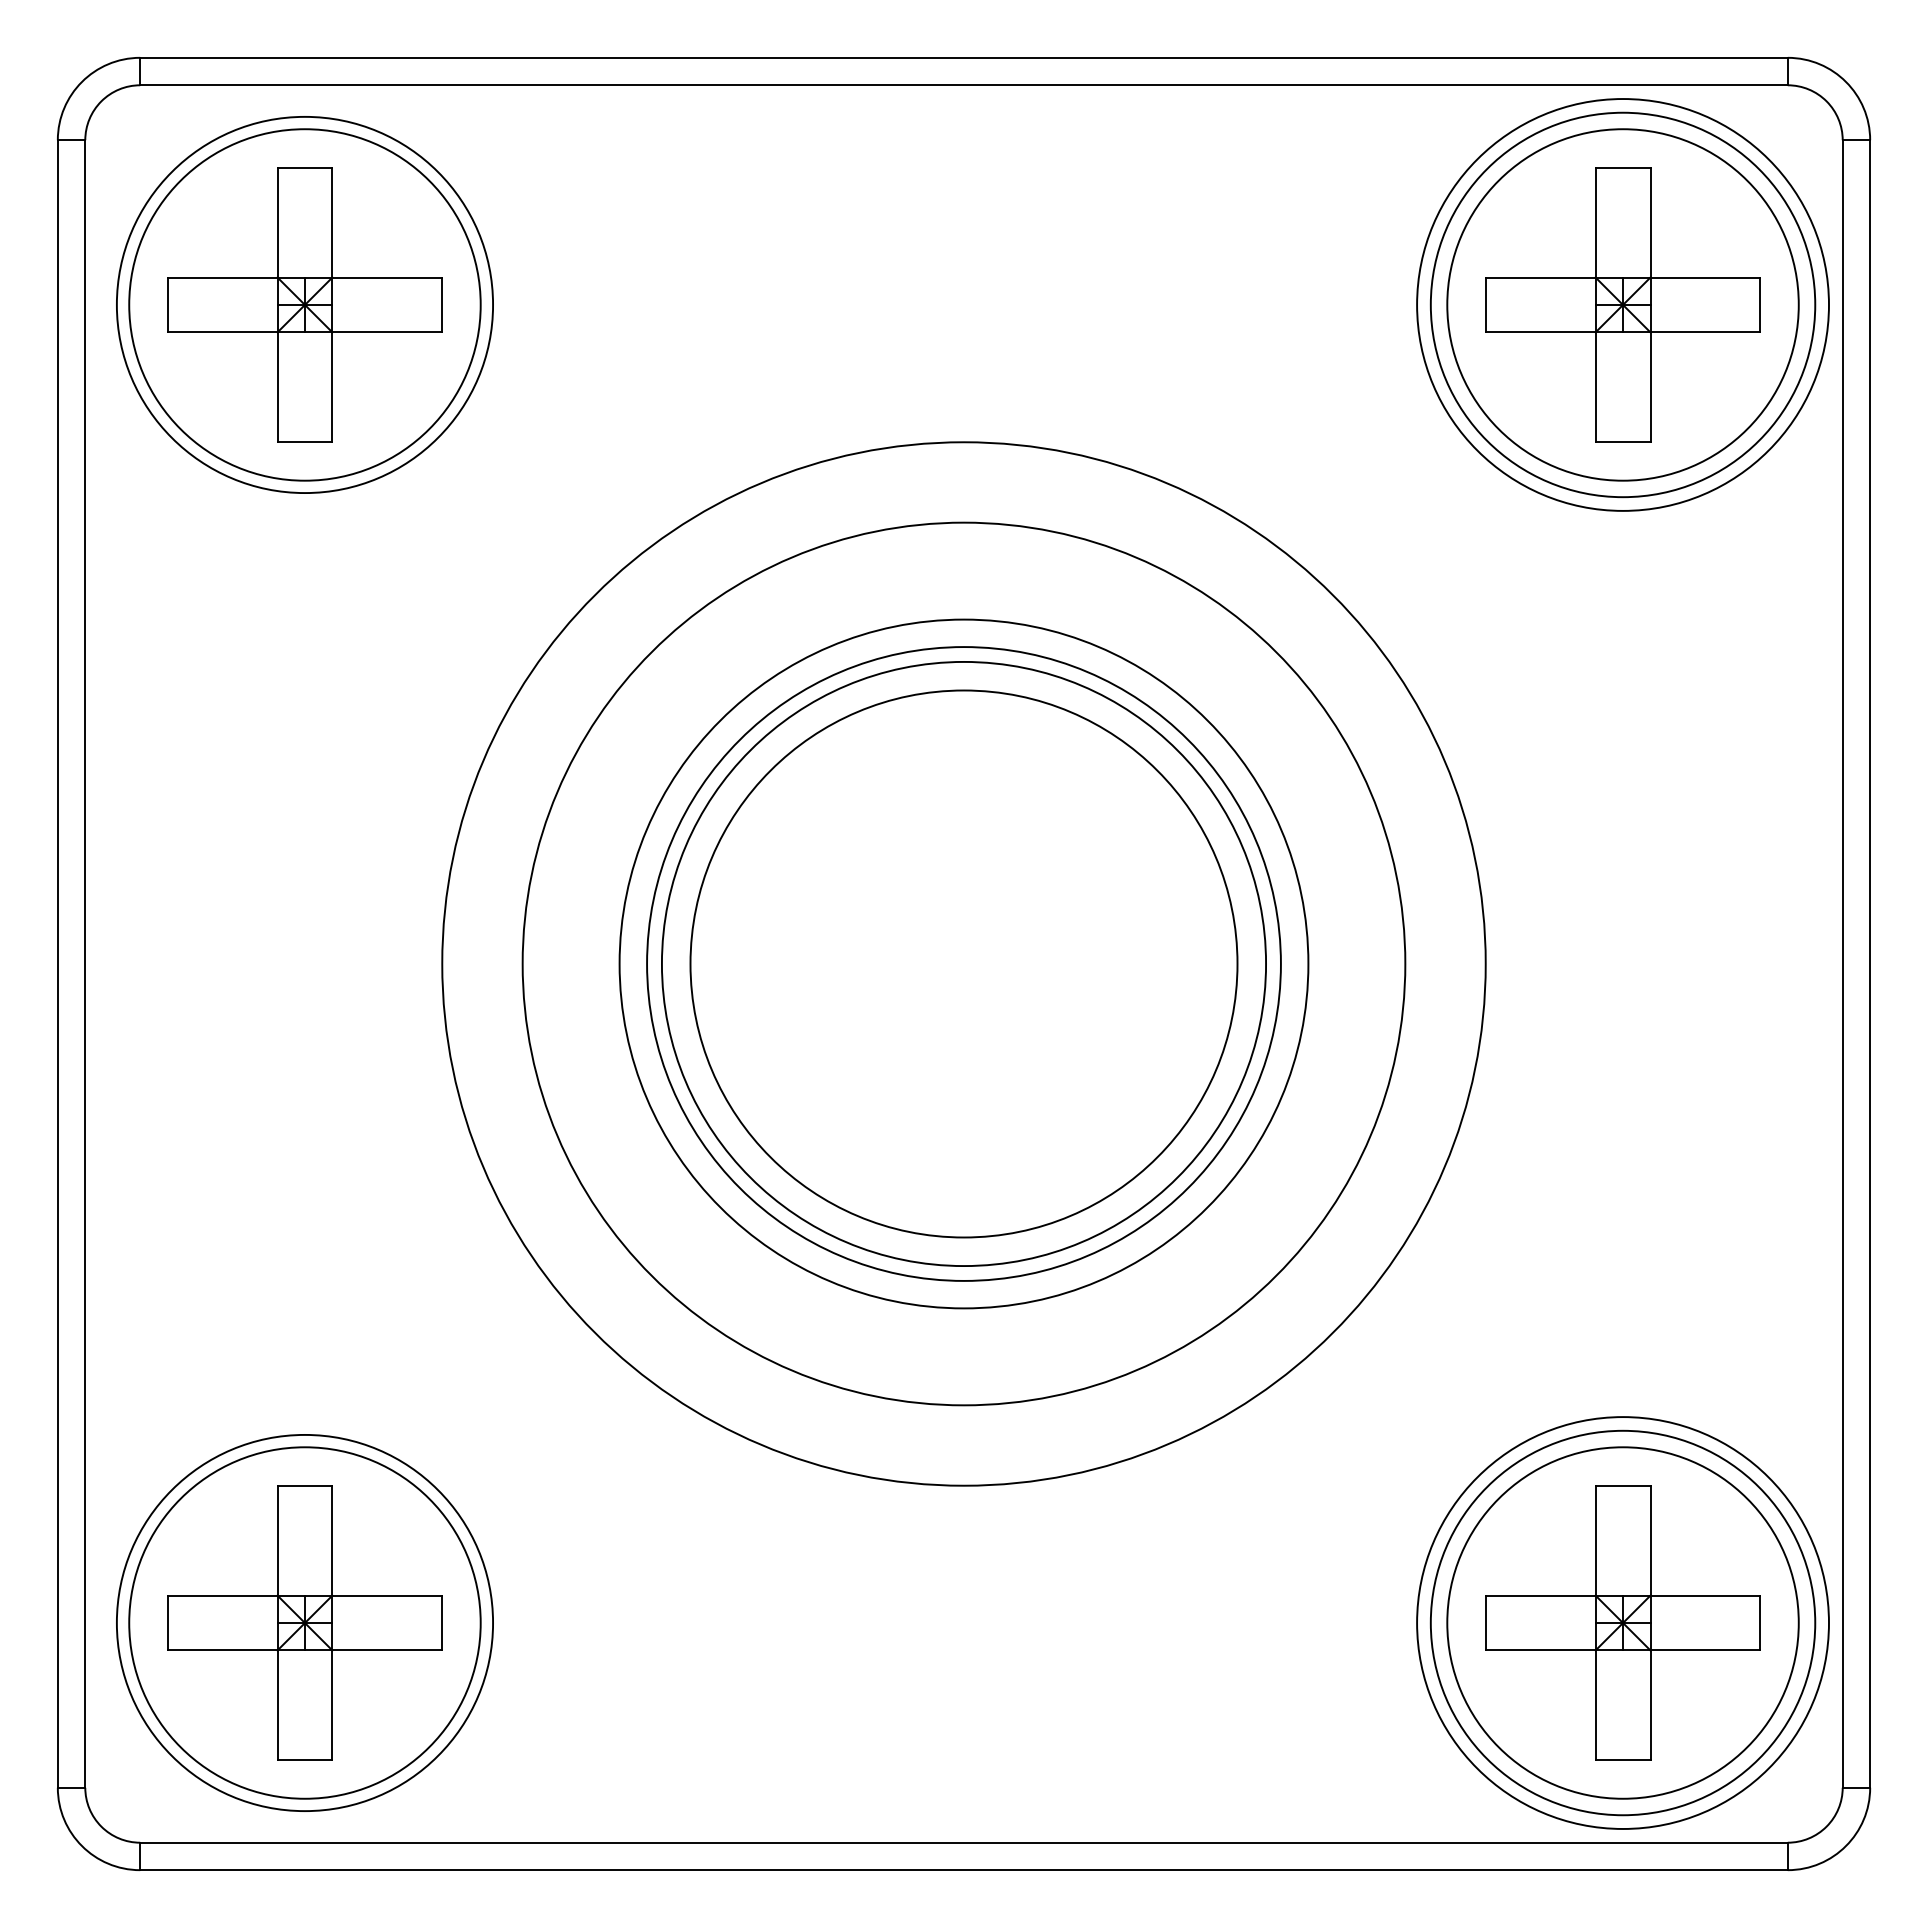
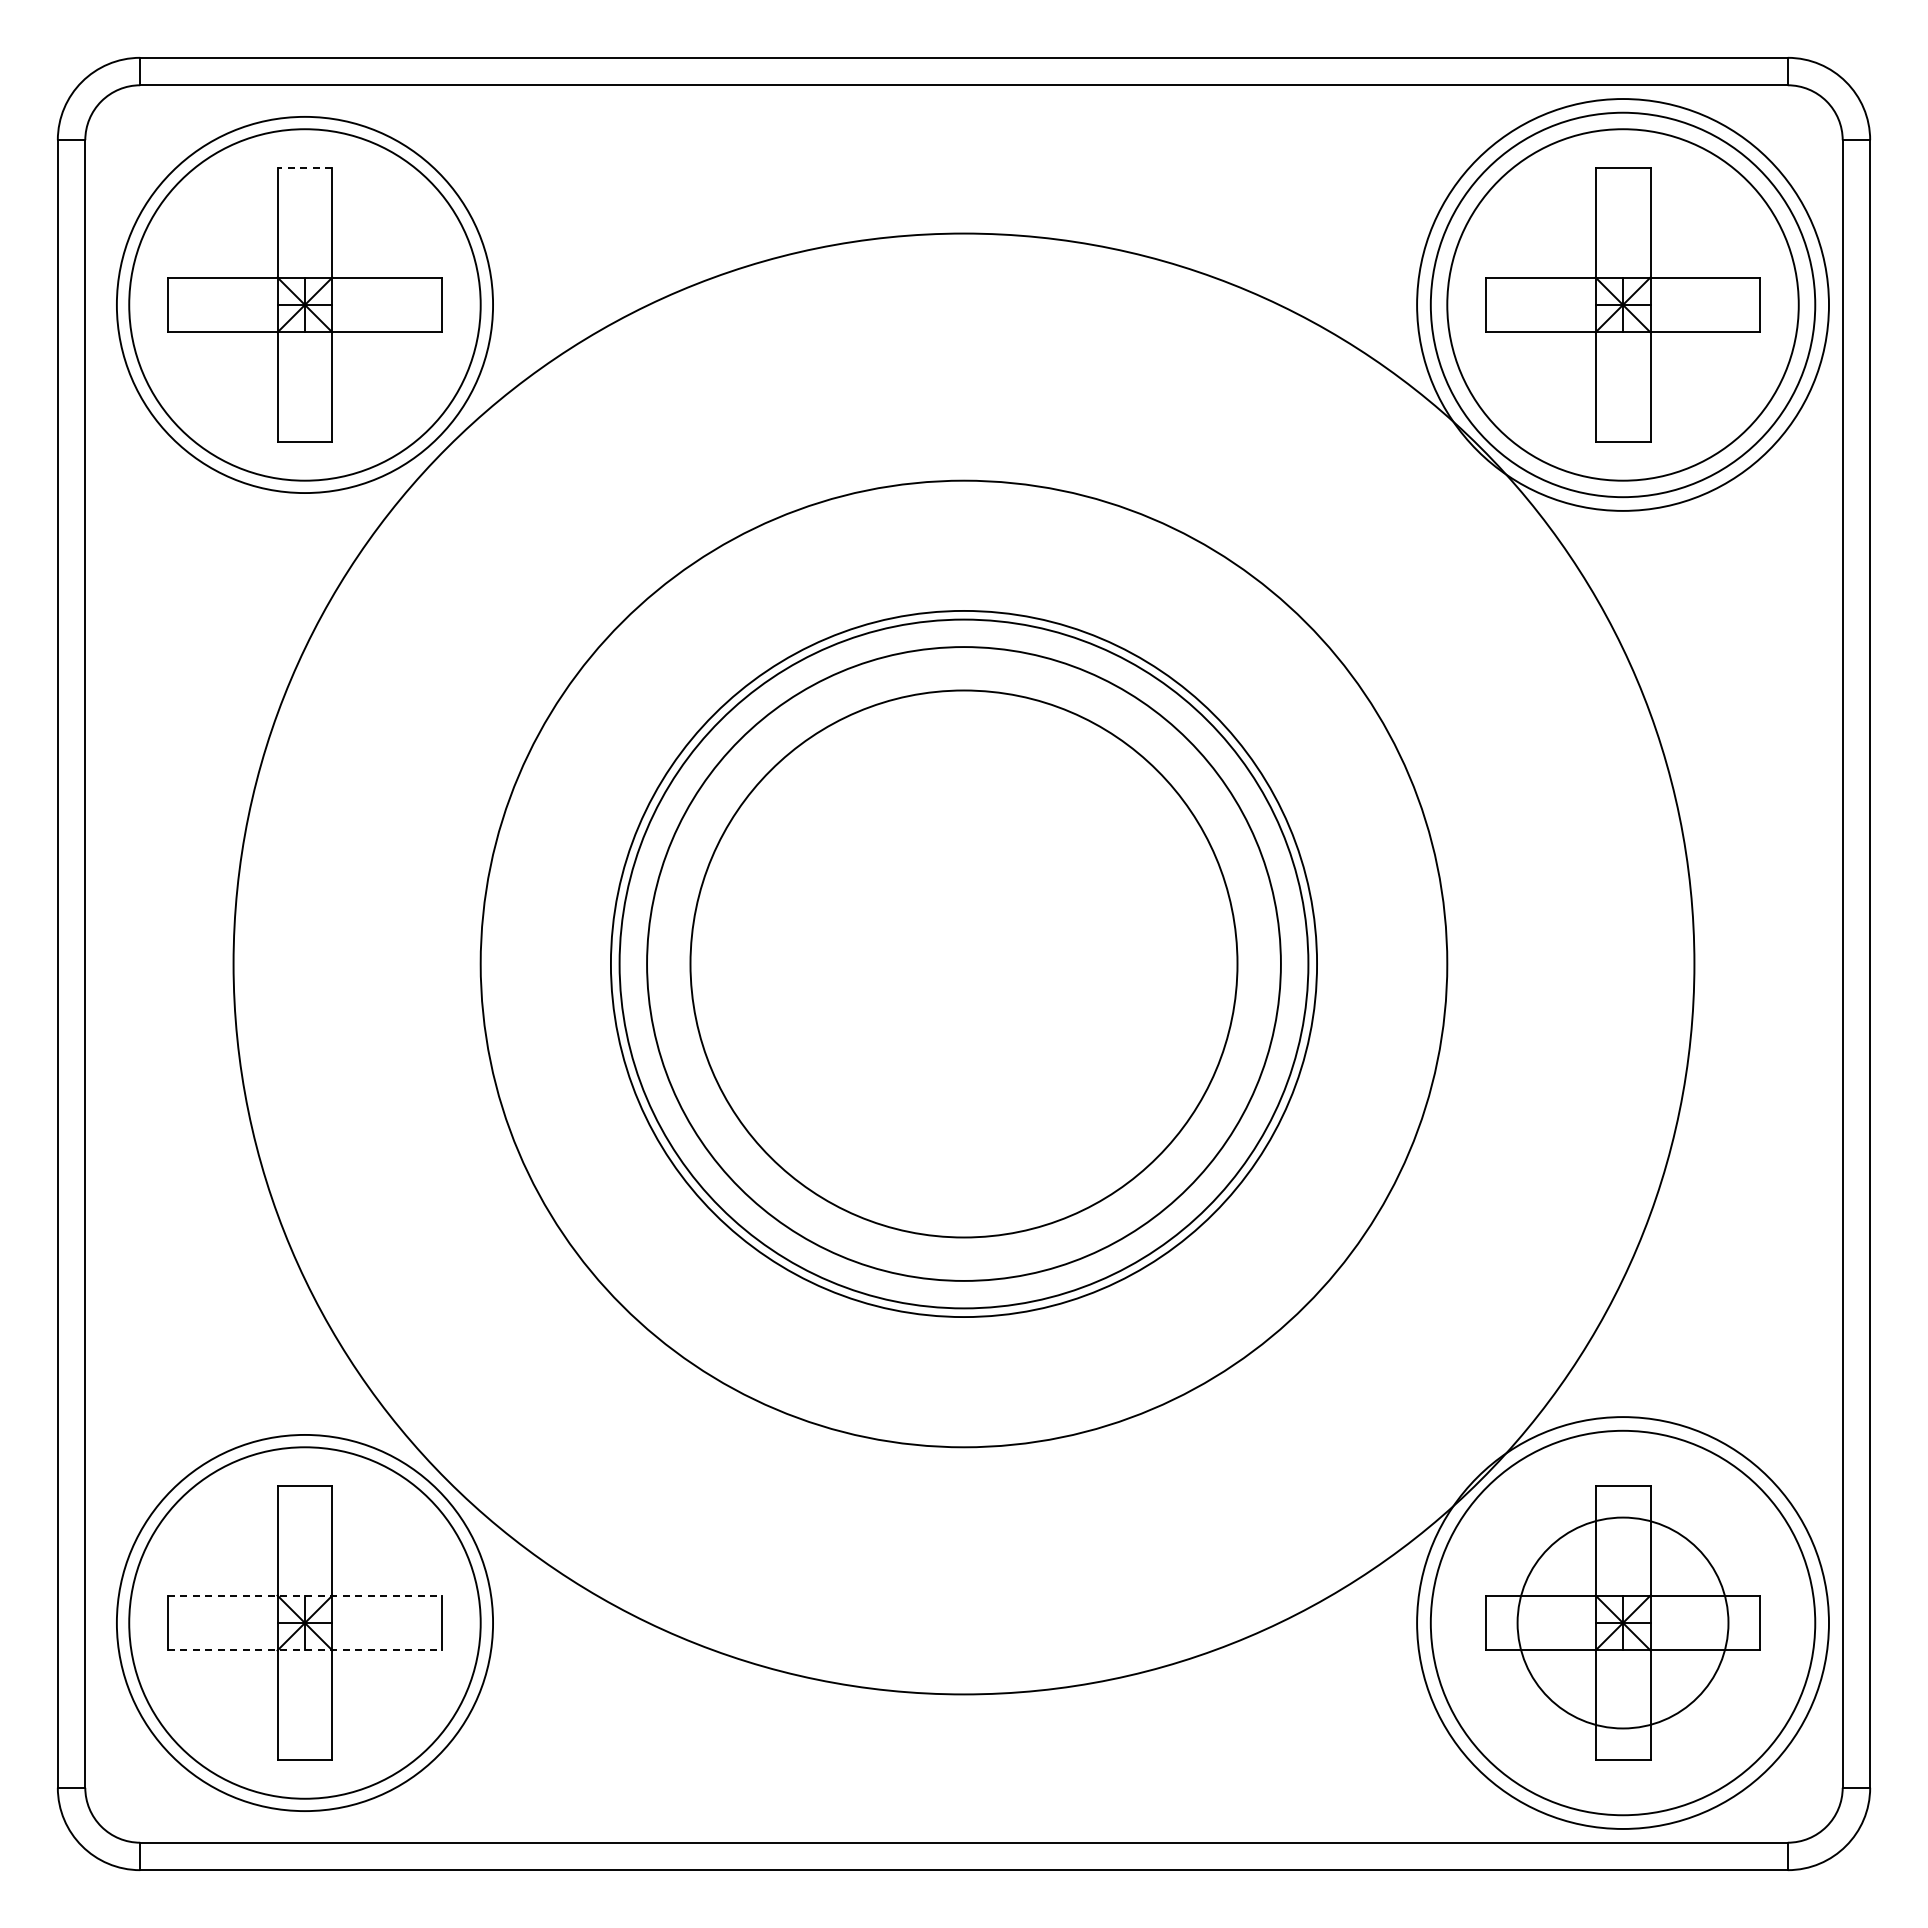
line at (304, 167): solid -> dashed
circle at (963, 963) diameter: 1043 px -> 1461 px
circle at (963, 963) diameter: 604 px -> 967 px
circle at (963, 963) diameter: 883 px -> 706 px
line at (305, 1595): solid -> dashed
circle at (1622, 1622) diameter: 351 px -> 211 px
line at (305, 1650): solid -> dashed
